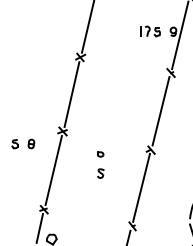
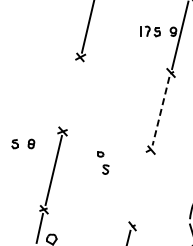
line at (71, 94): present -> none
line at (160, 111): solid -> dashed
part at (100, 173) position: (100, 173) -> (105, 169)
line at (141, 187): present -> none
